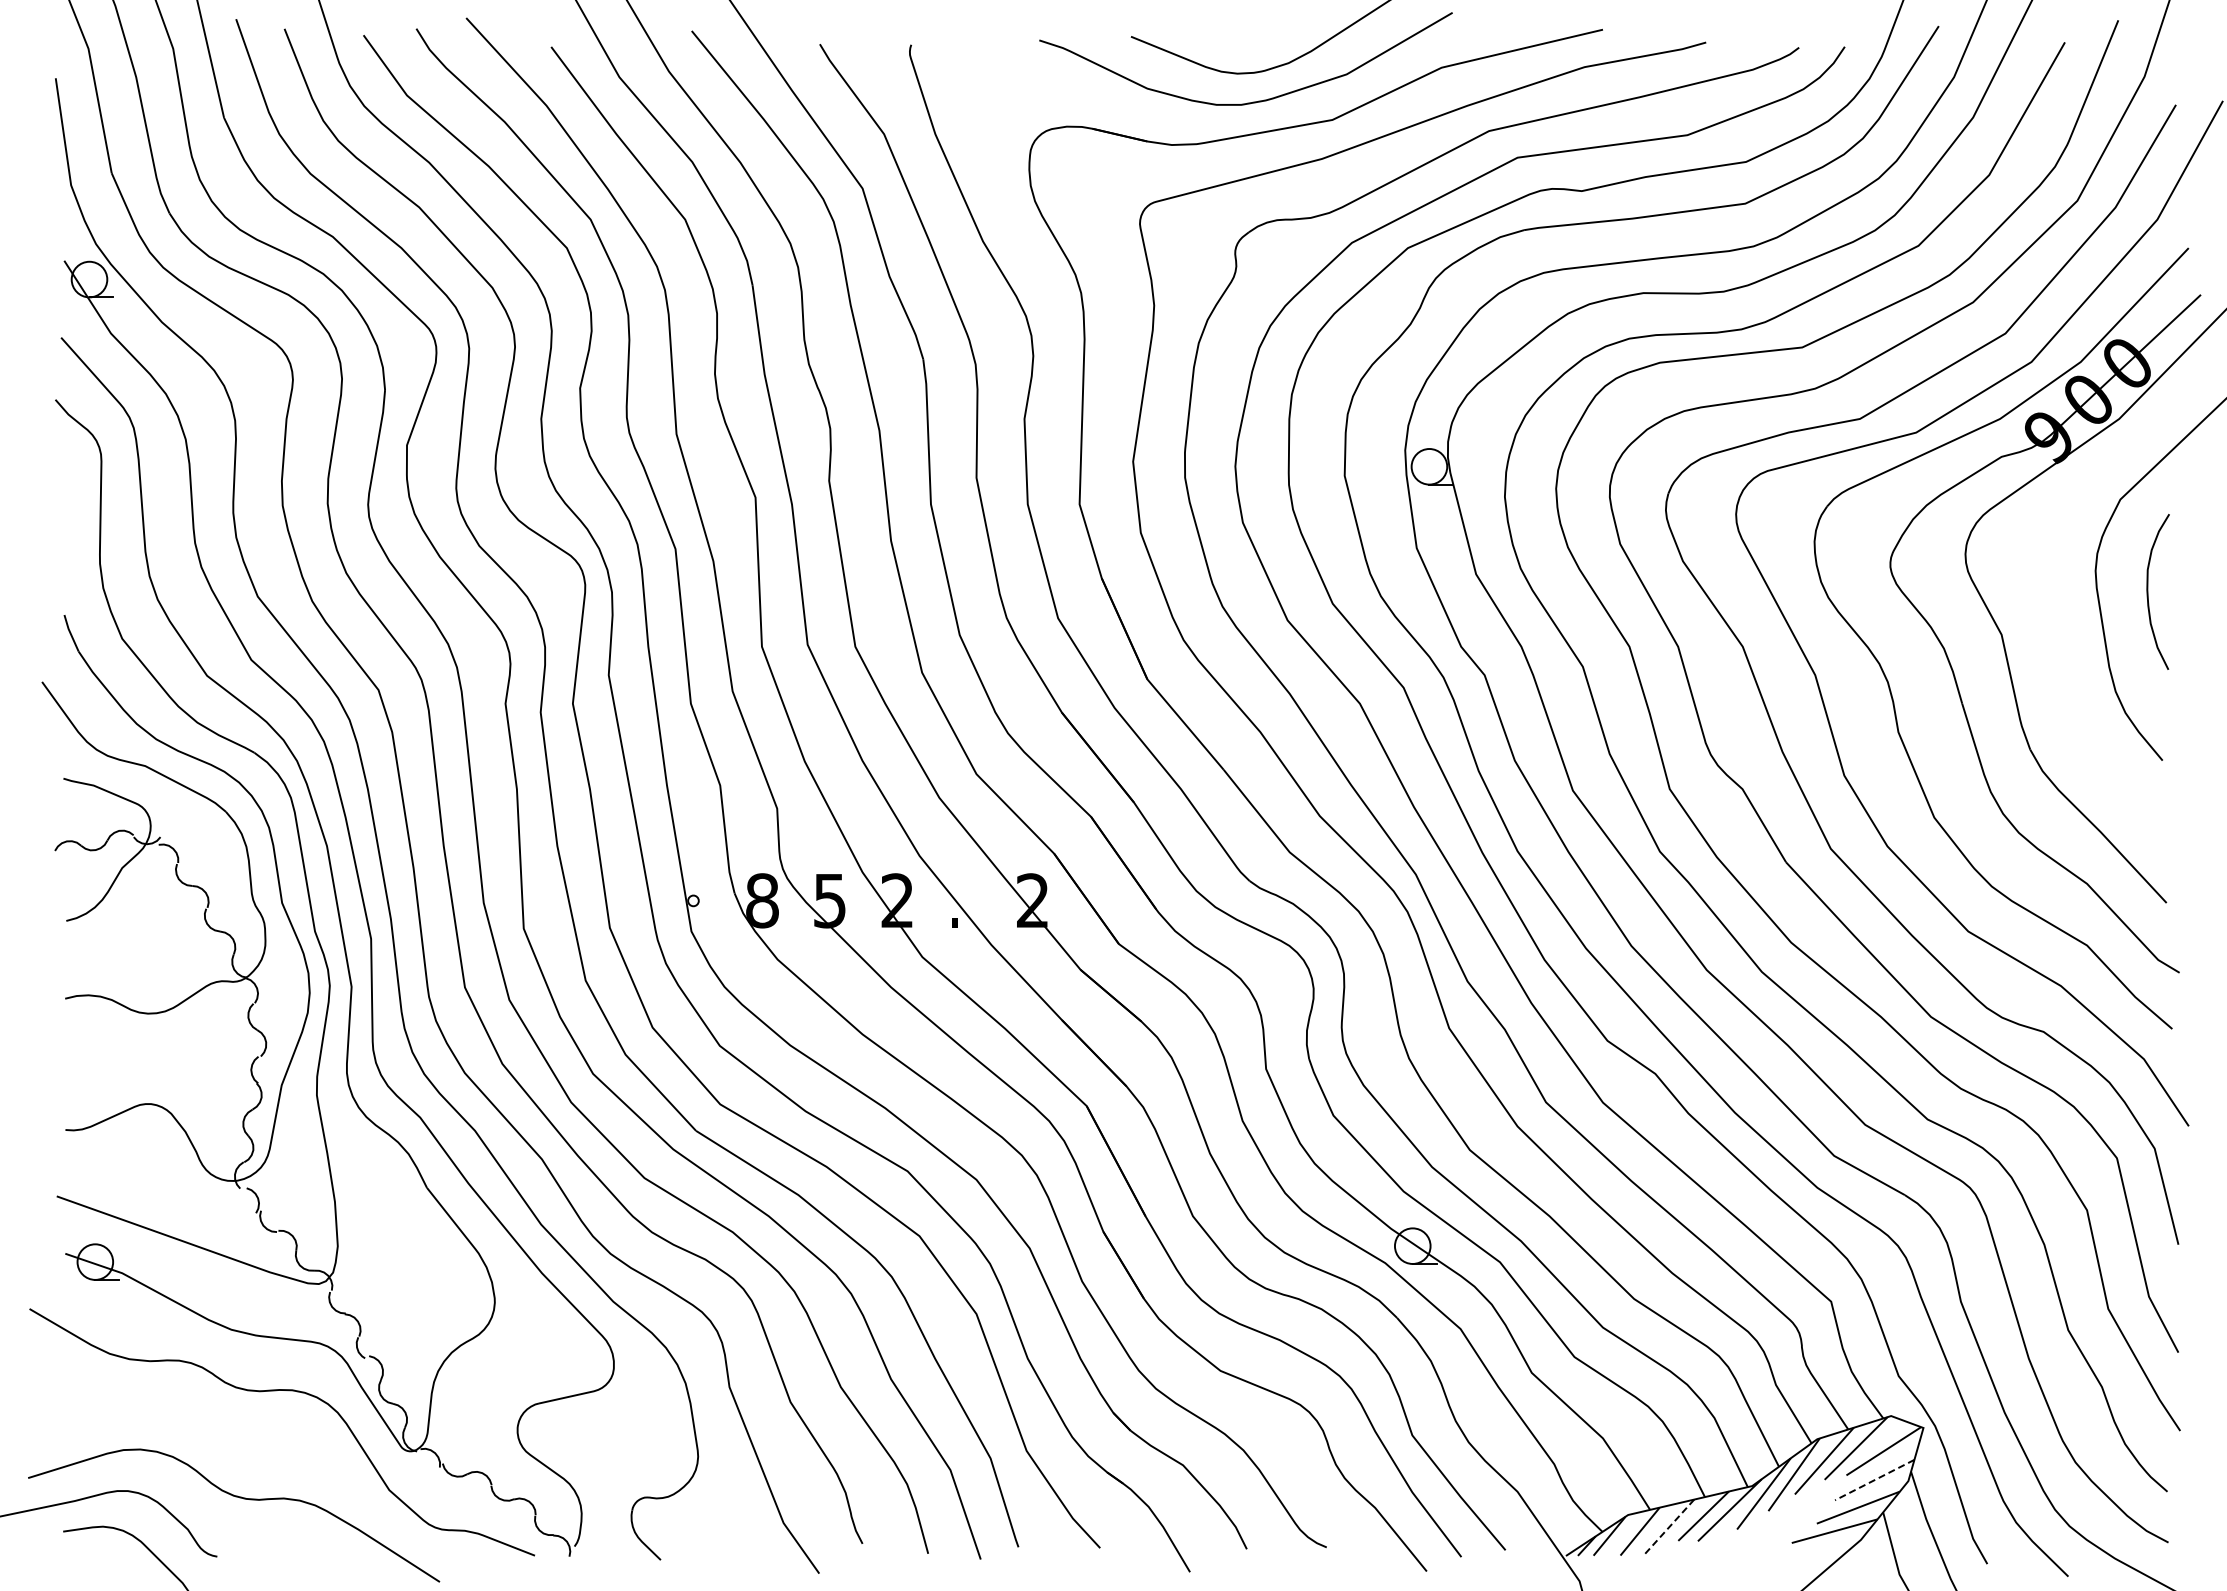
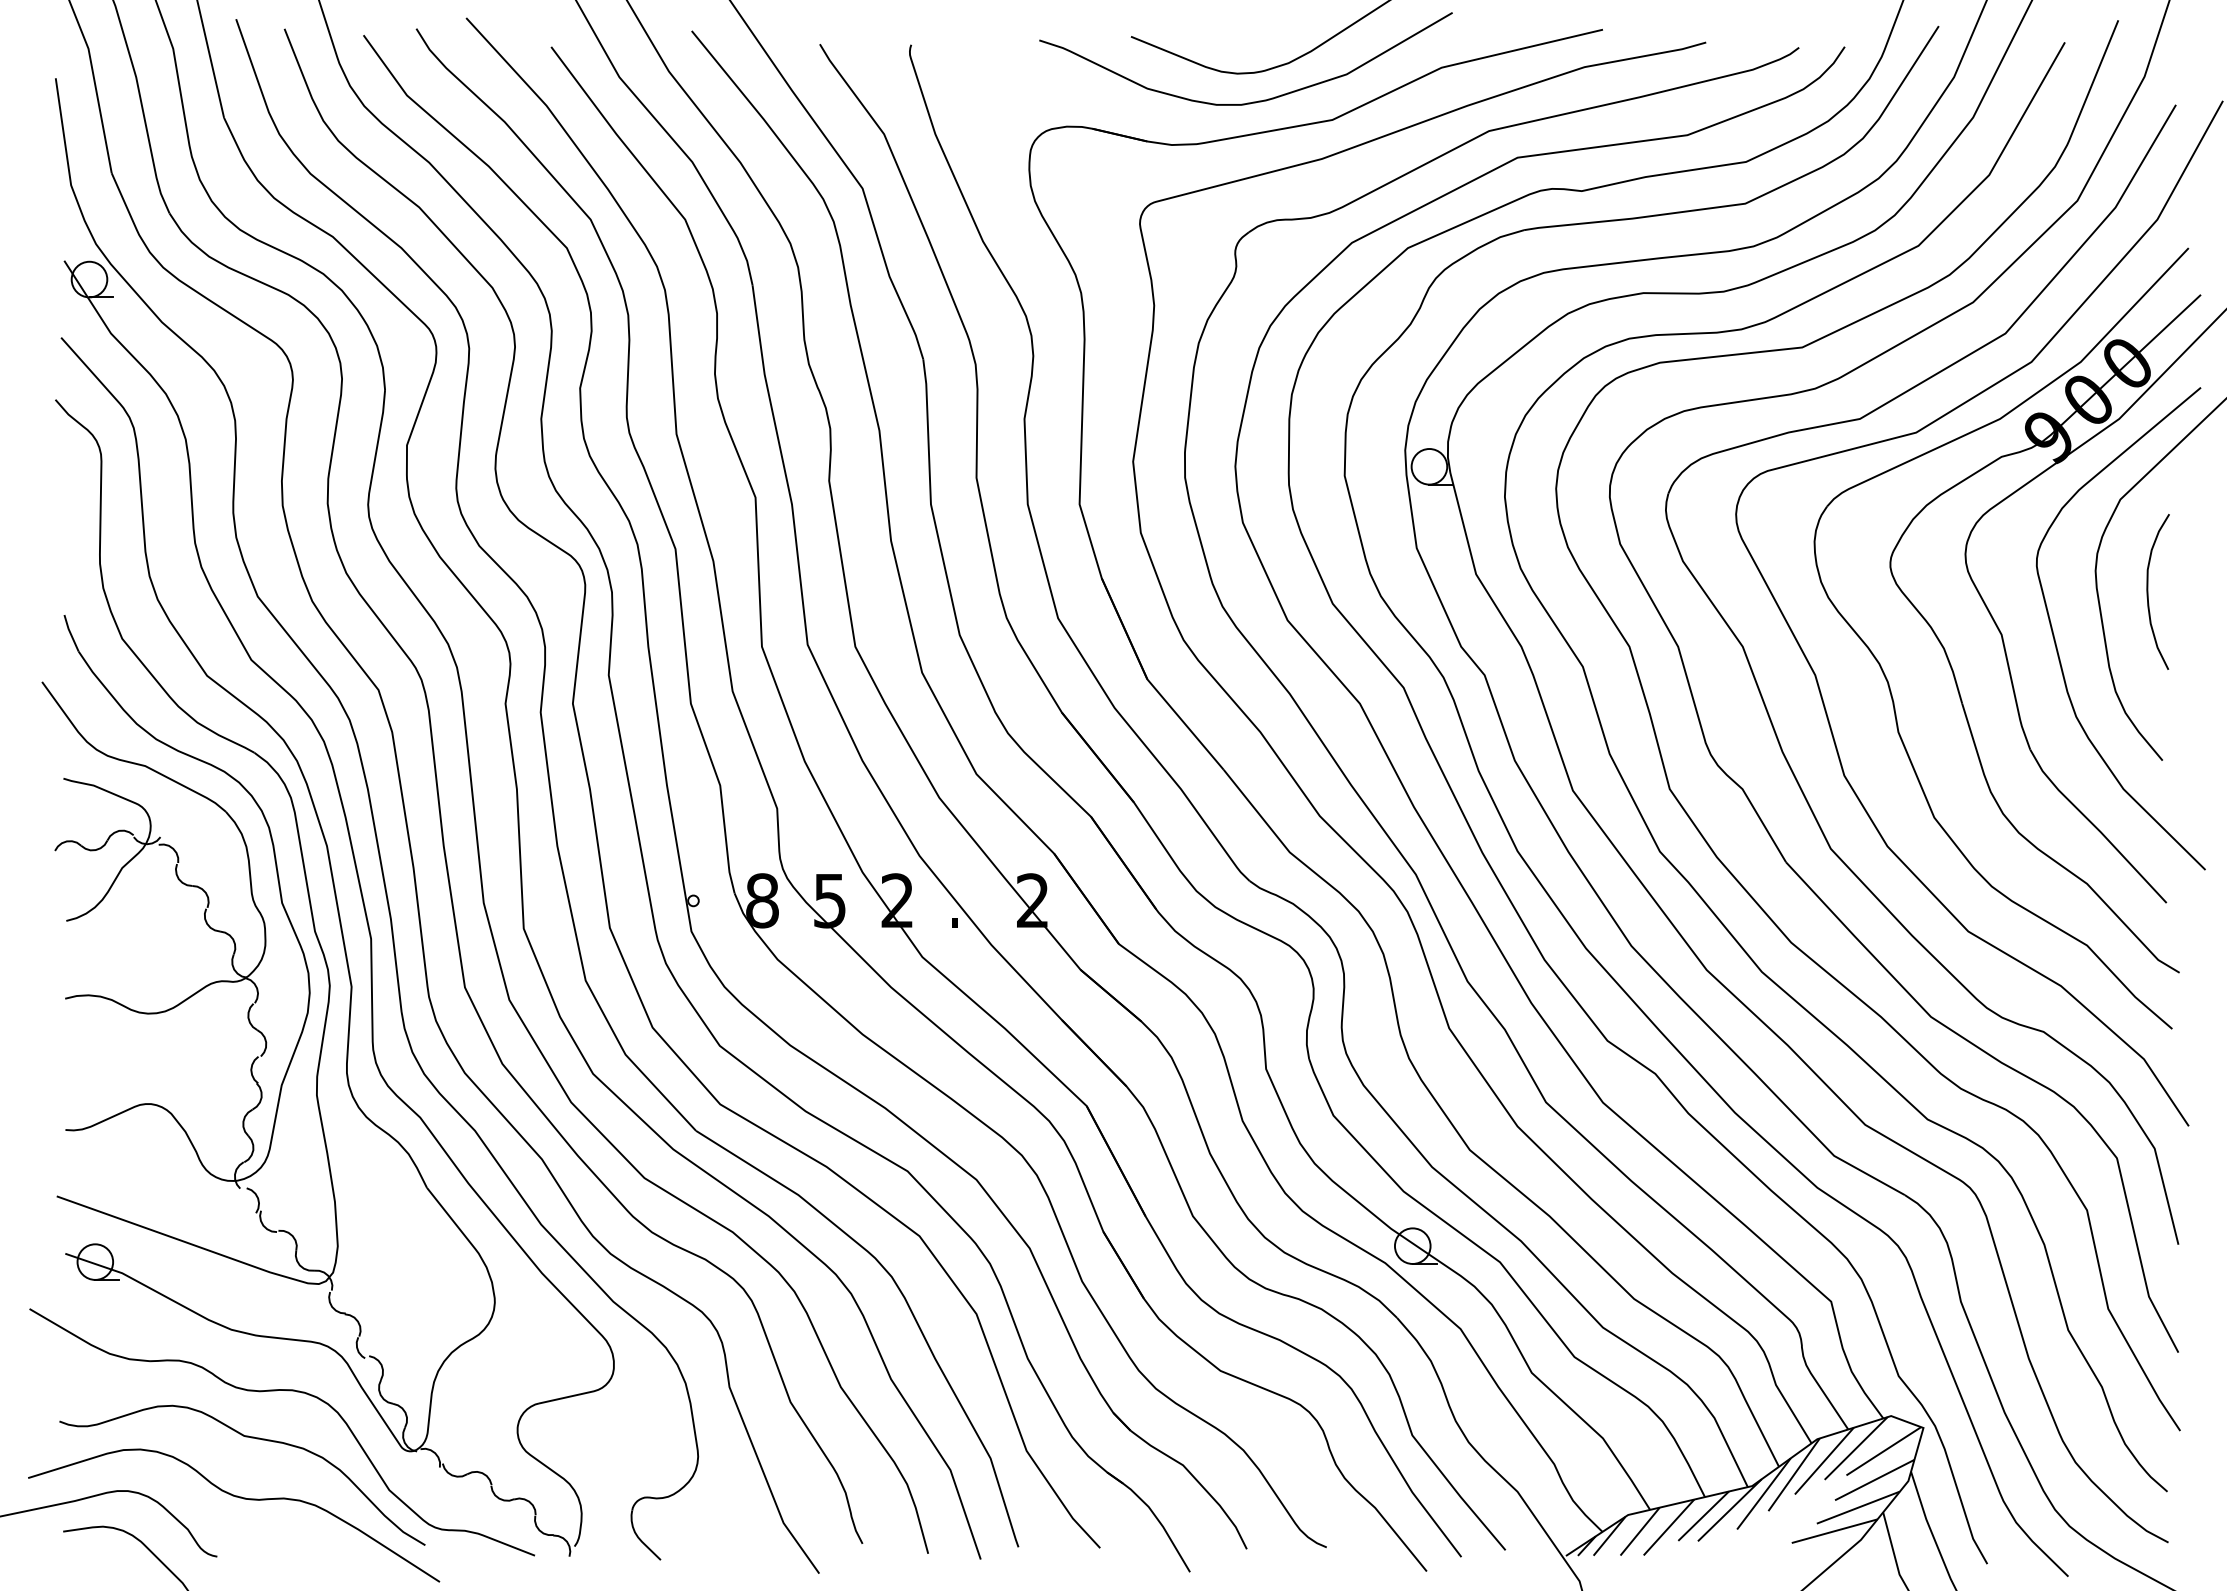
curve at (2056, 642): none -> present
curve at (251, 1438): none -> present
line at (1874, 1480): dashed -> solid
line at (1668, 1527): dashed -> solid
